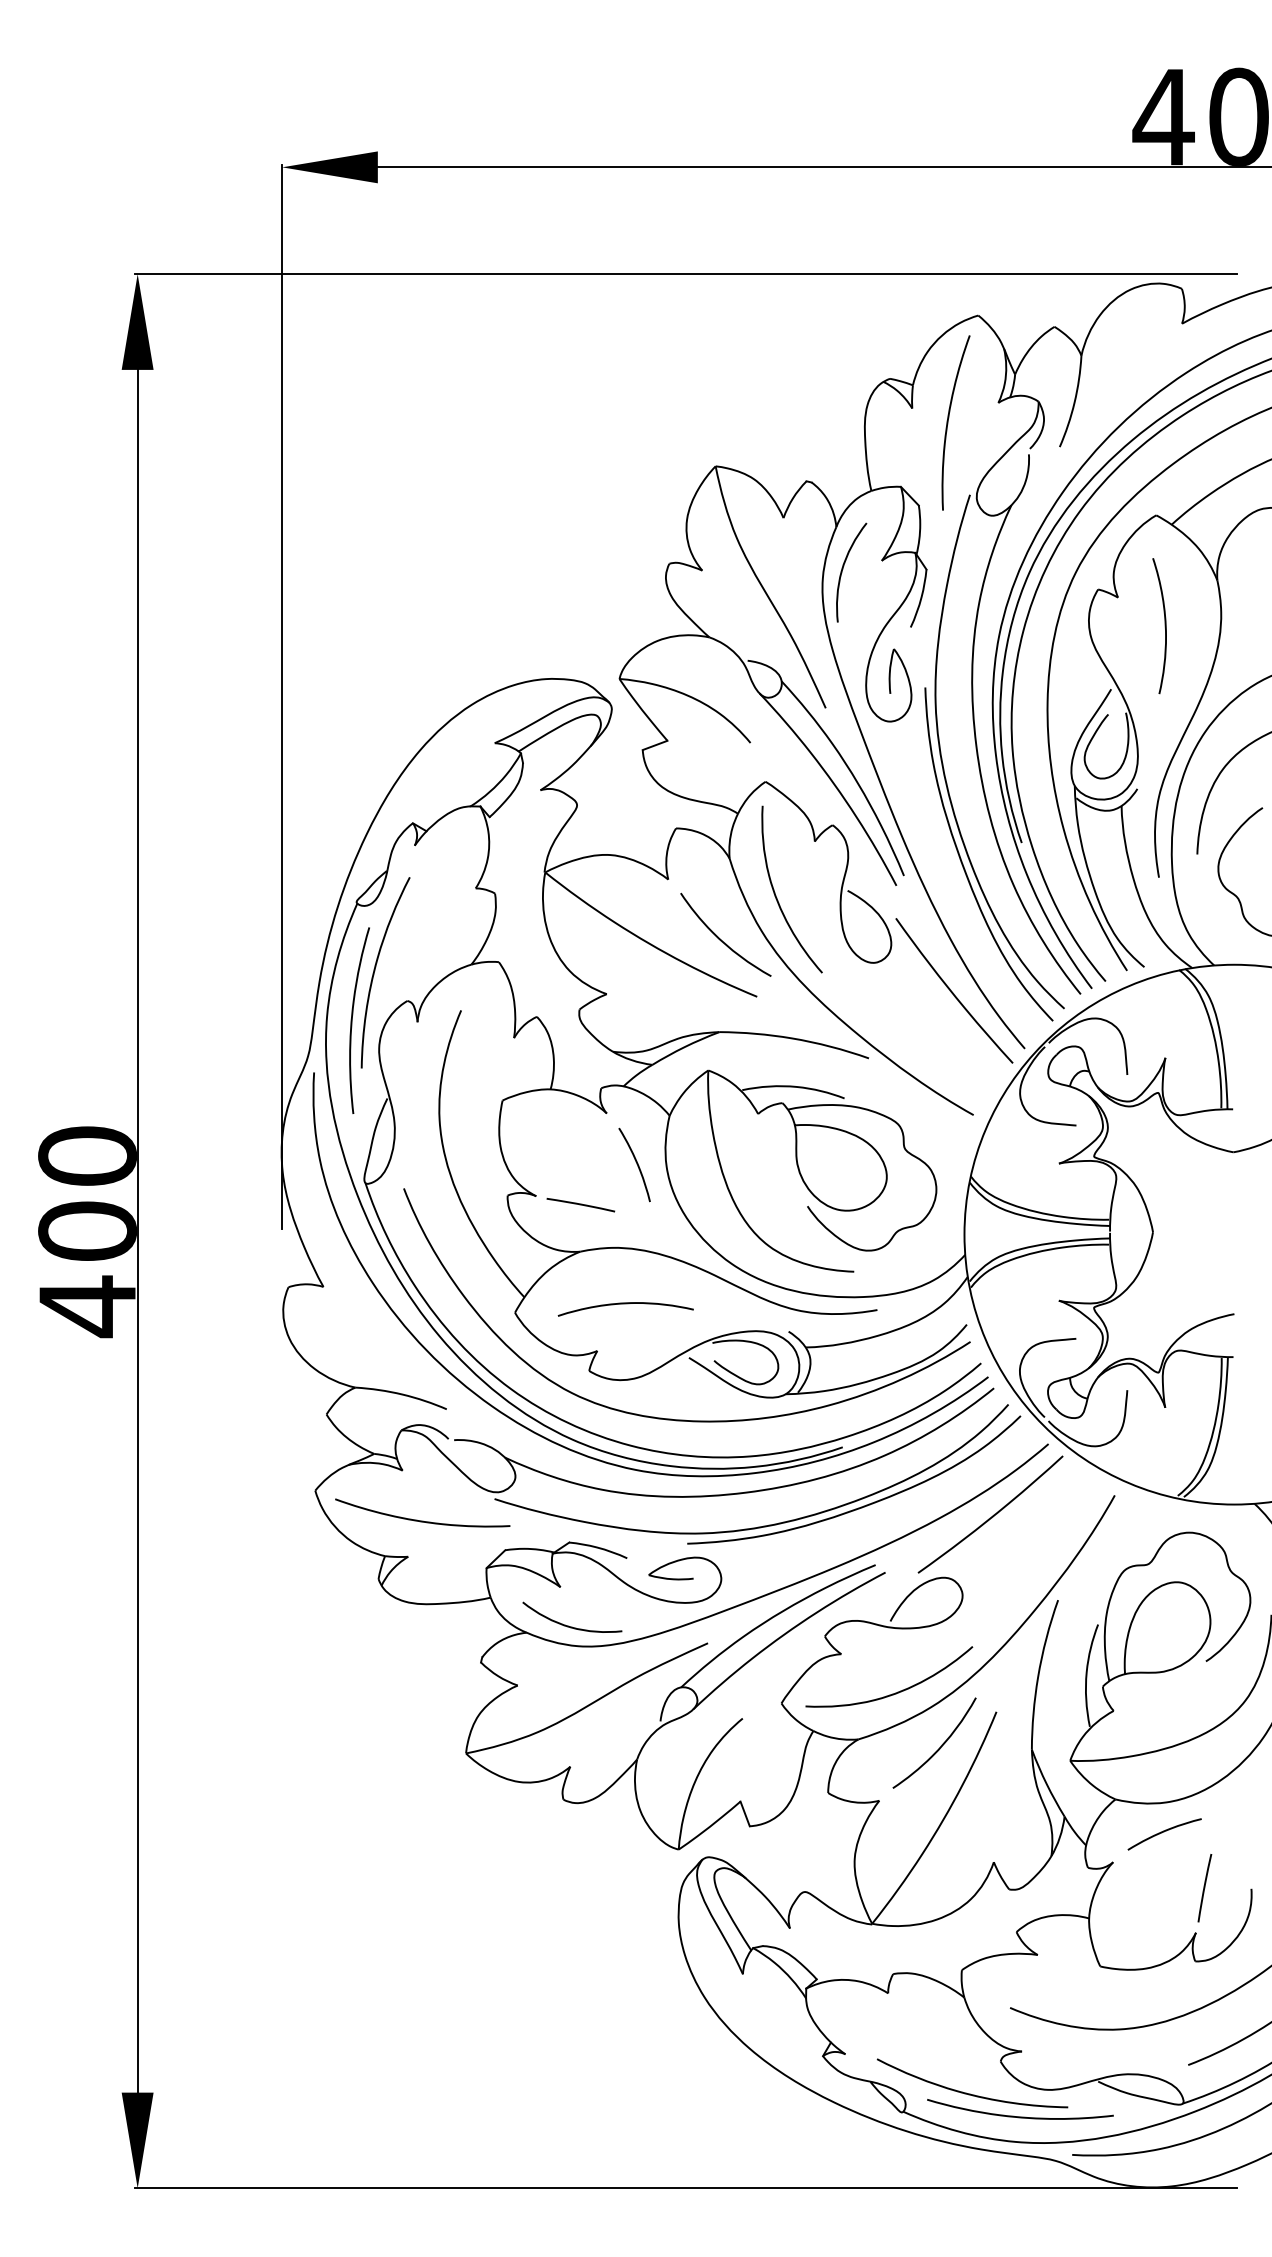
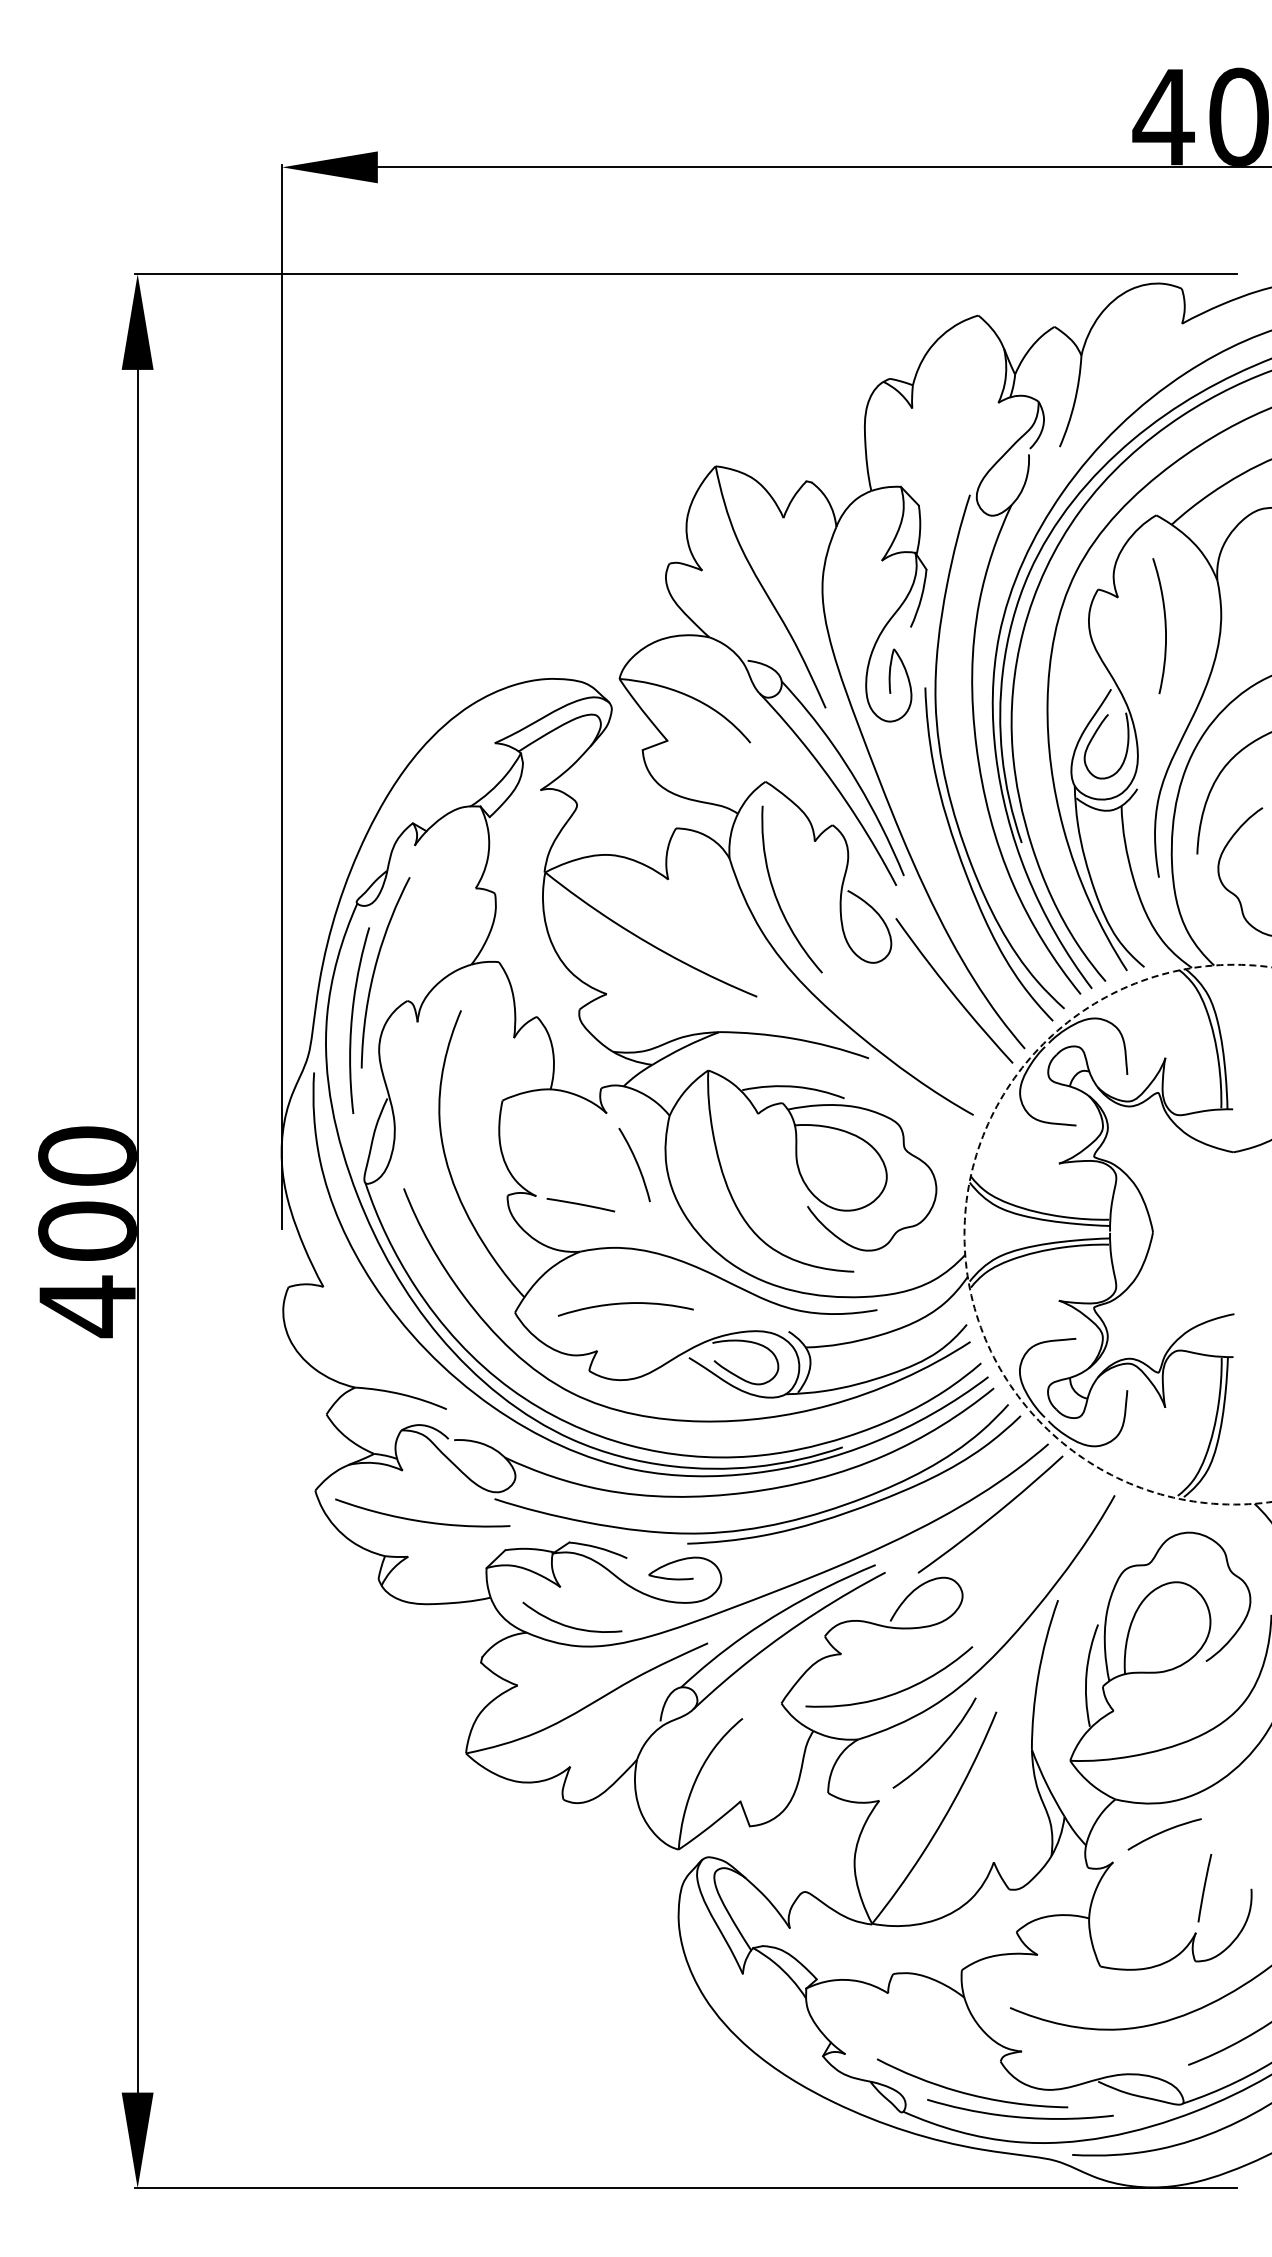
curve at (948, 422): present -> none
curve at (843, 569): present -> none
curve at (720, 938): present -> none
circle at (1117, 1234): solid -> dashed
